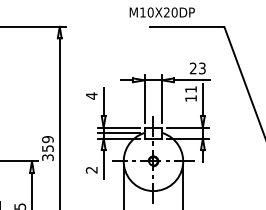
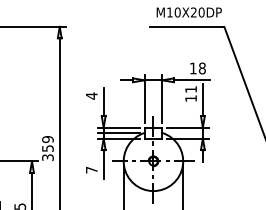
text at (161, 12) position: (161, 12) -> (188, 12)
text at (197, 68): 23 -> 18
text at (91, 169): 2 -> 7
